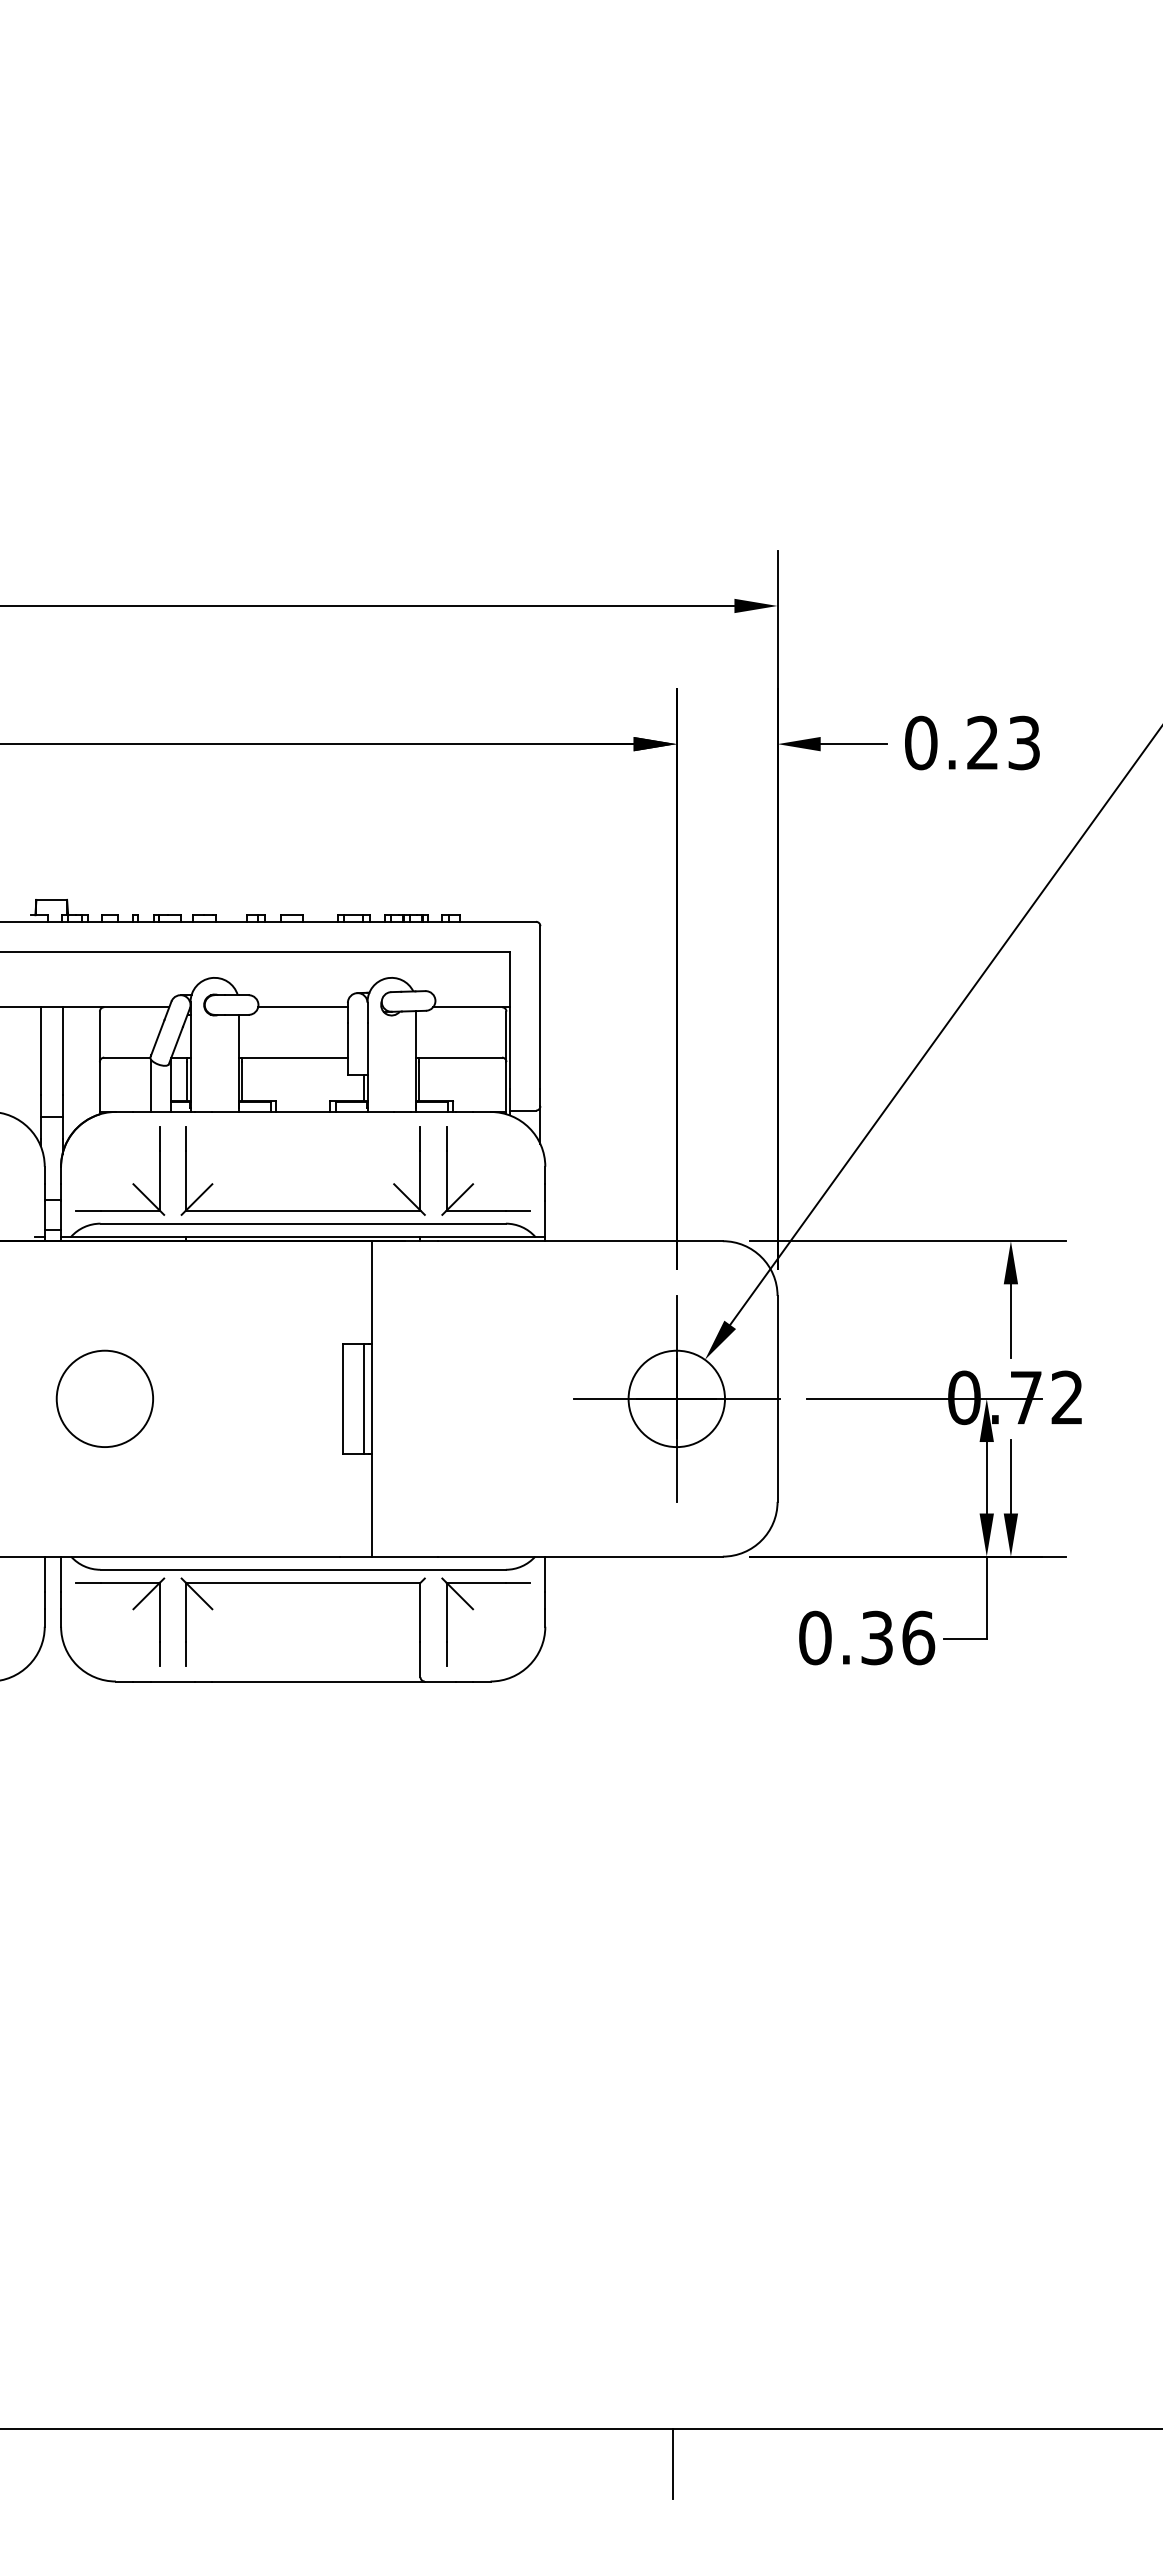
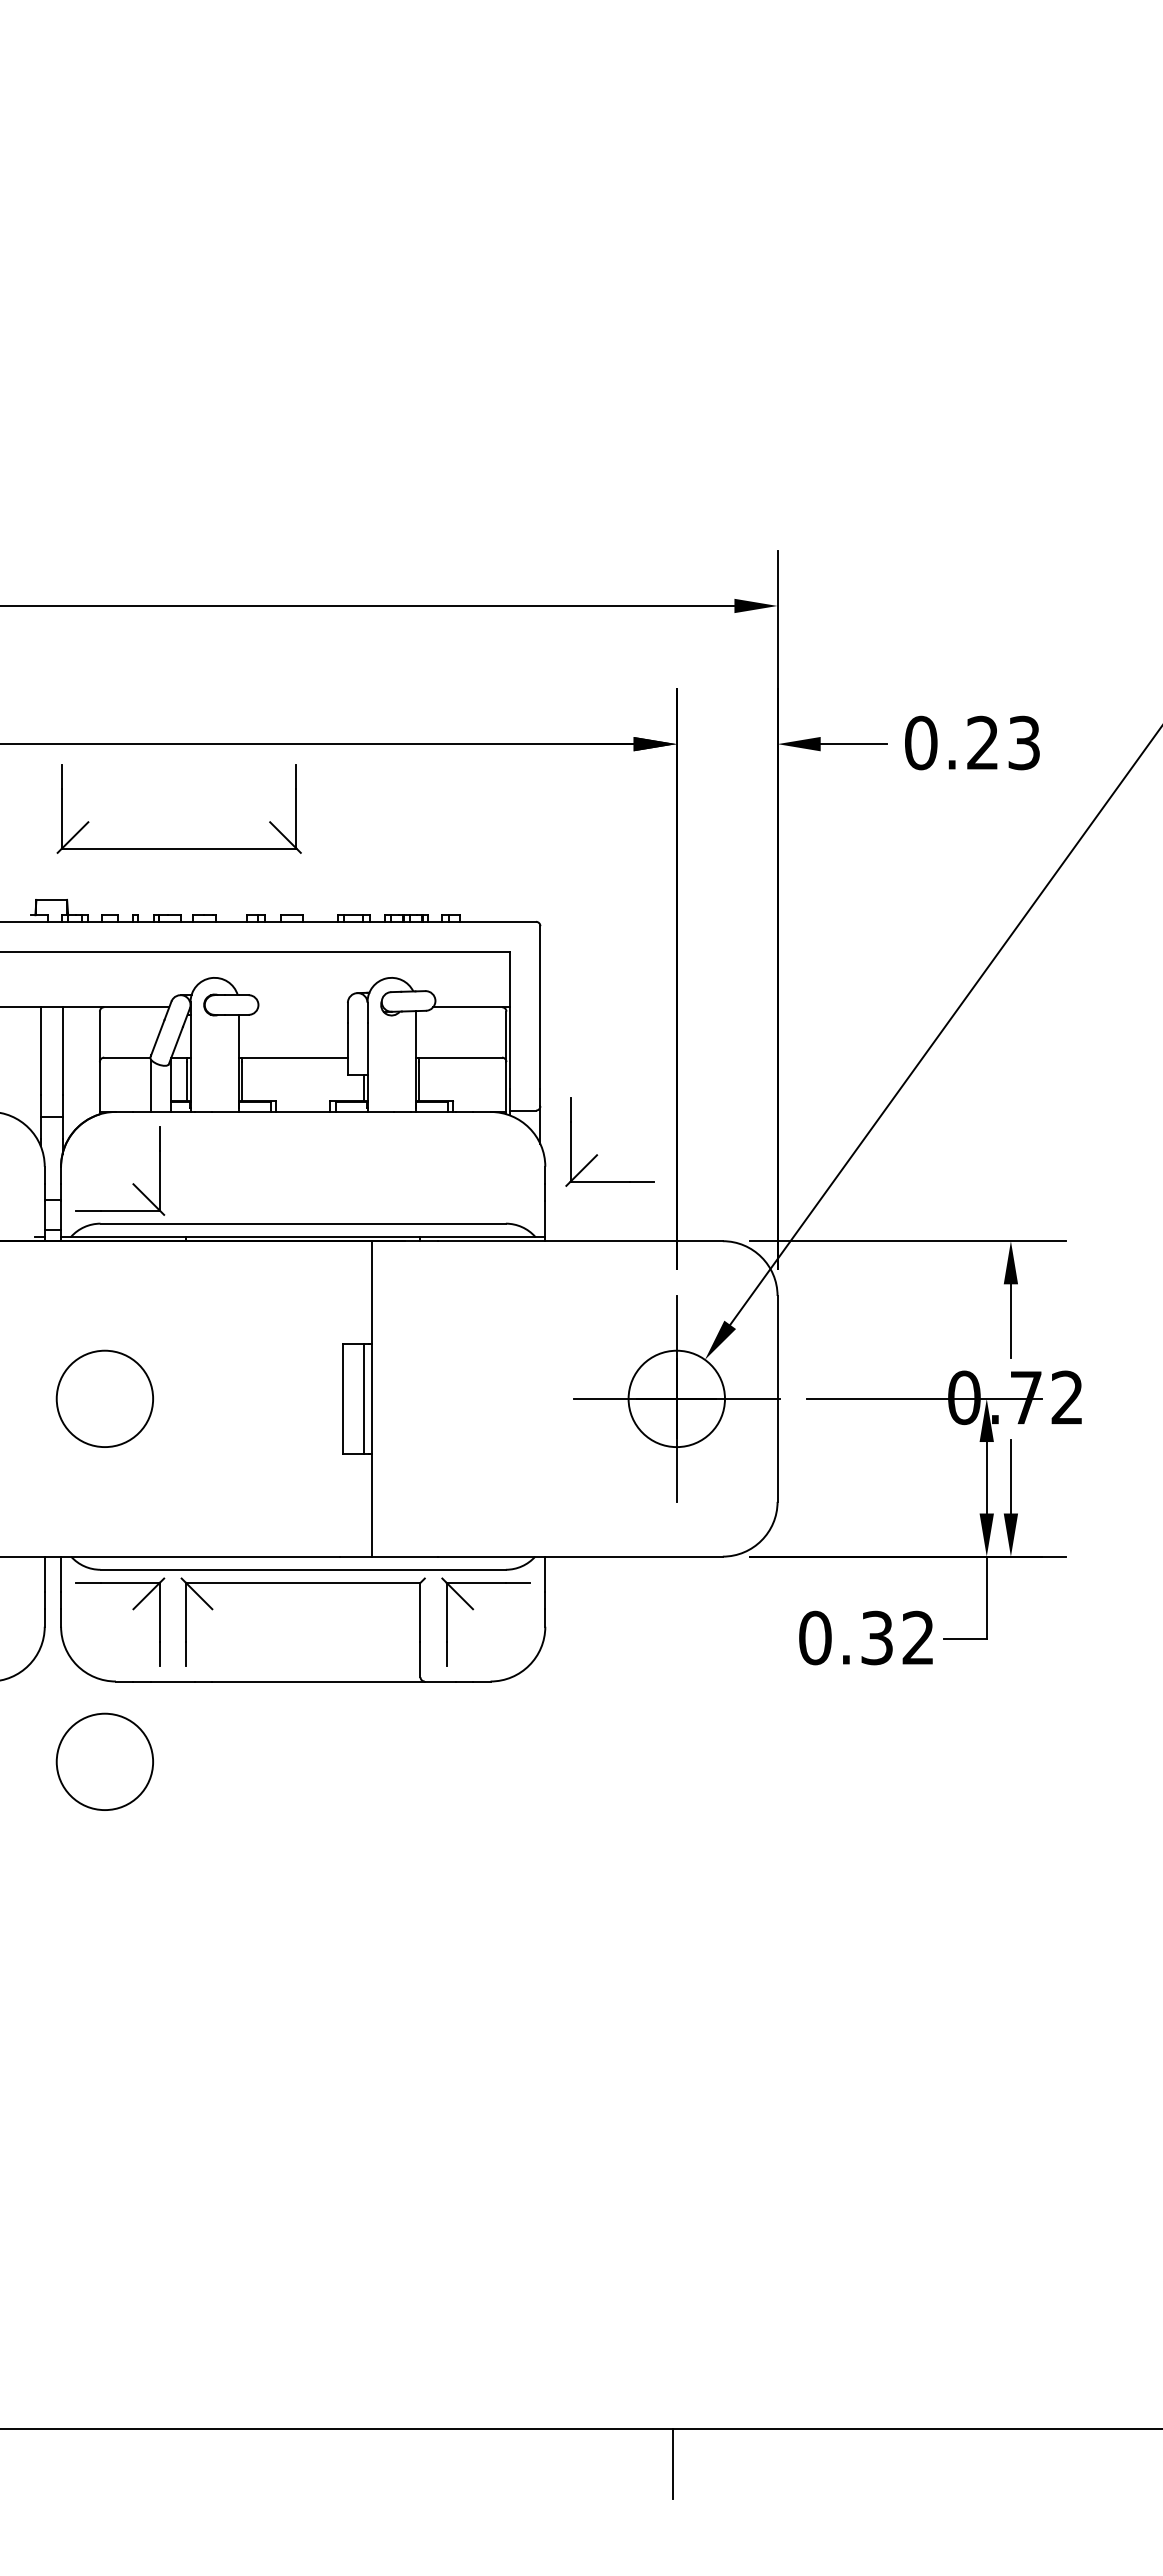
line at (302, 1007): present -> none
part at (473, 1183) position: (473, 1183) -> (597, 1154)
part at (302, 1210) position: (302, 1210) -> (178, 848)
text at (918, 1637): 0.36 -> 0.32
circle at (104, 1761): none -> present
